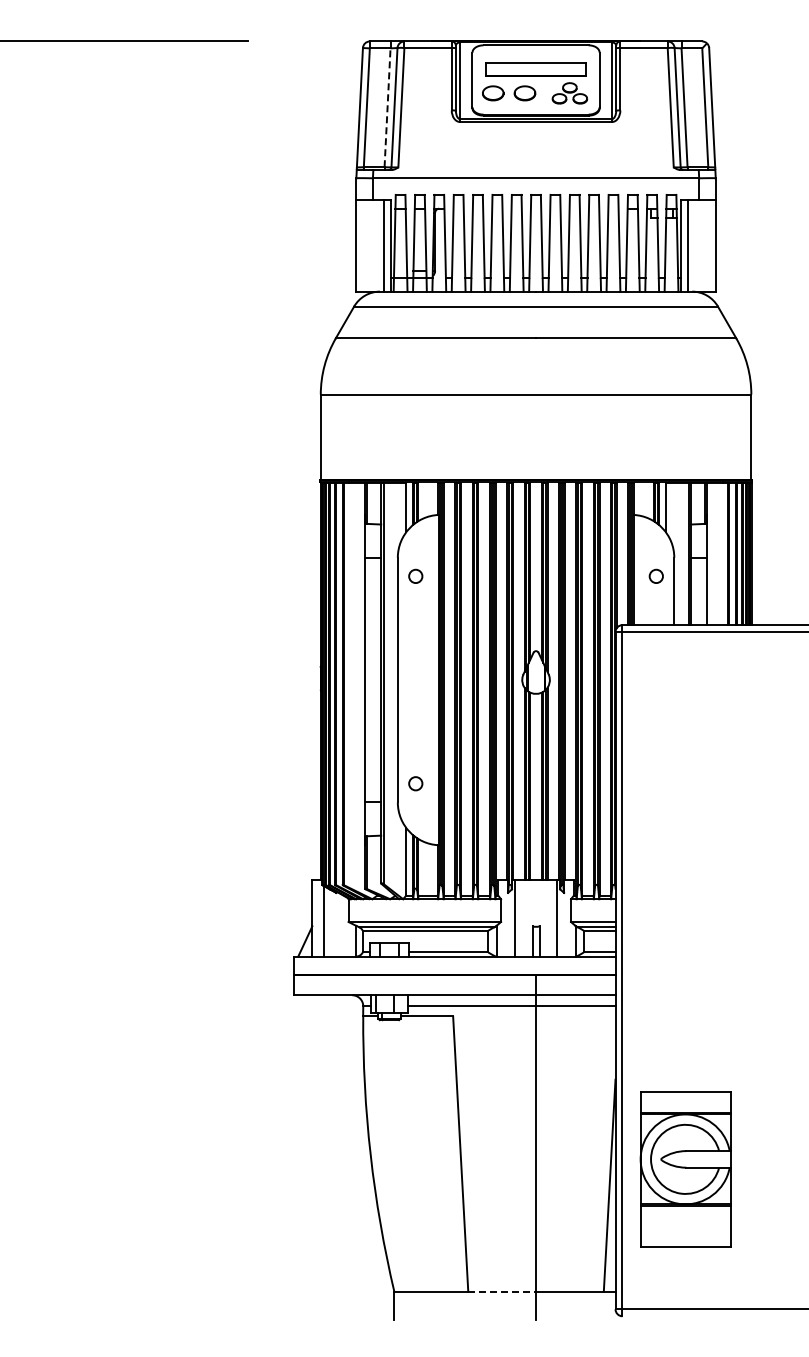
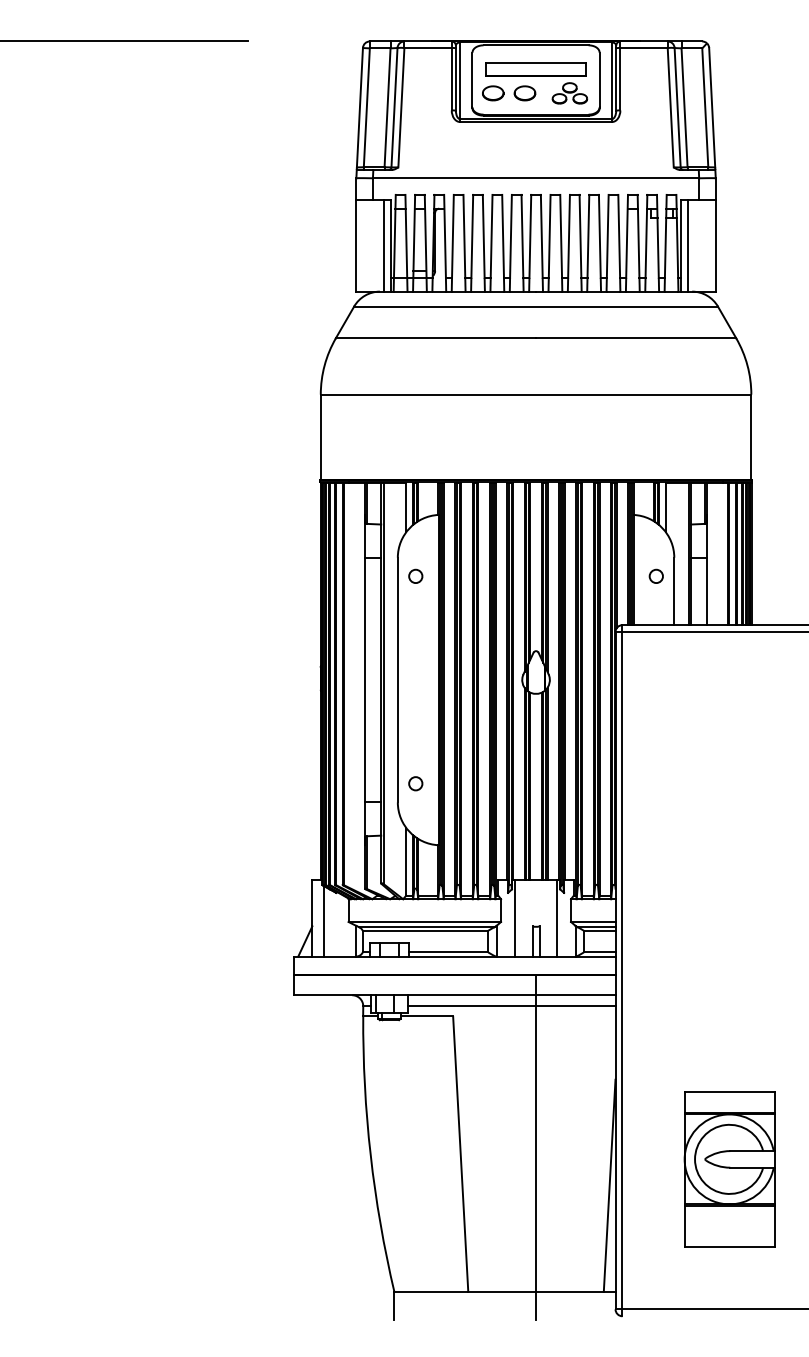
line at (387, 107): dashed -> solid
part at (685, 1169) position: (685, 1169) -> (729, 1169)
line at (502, 1292): dashed -> solid
